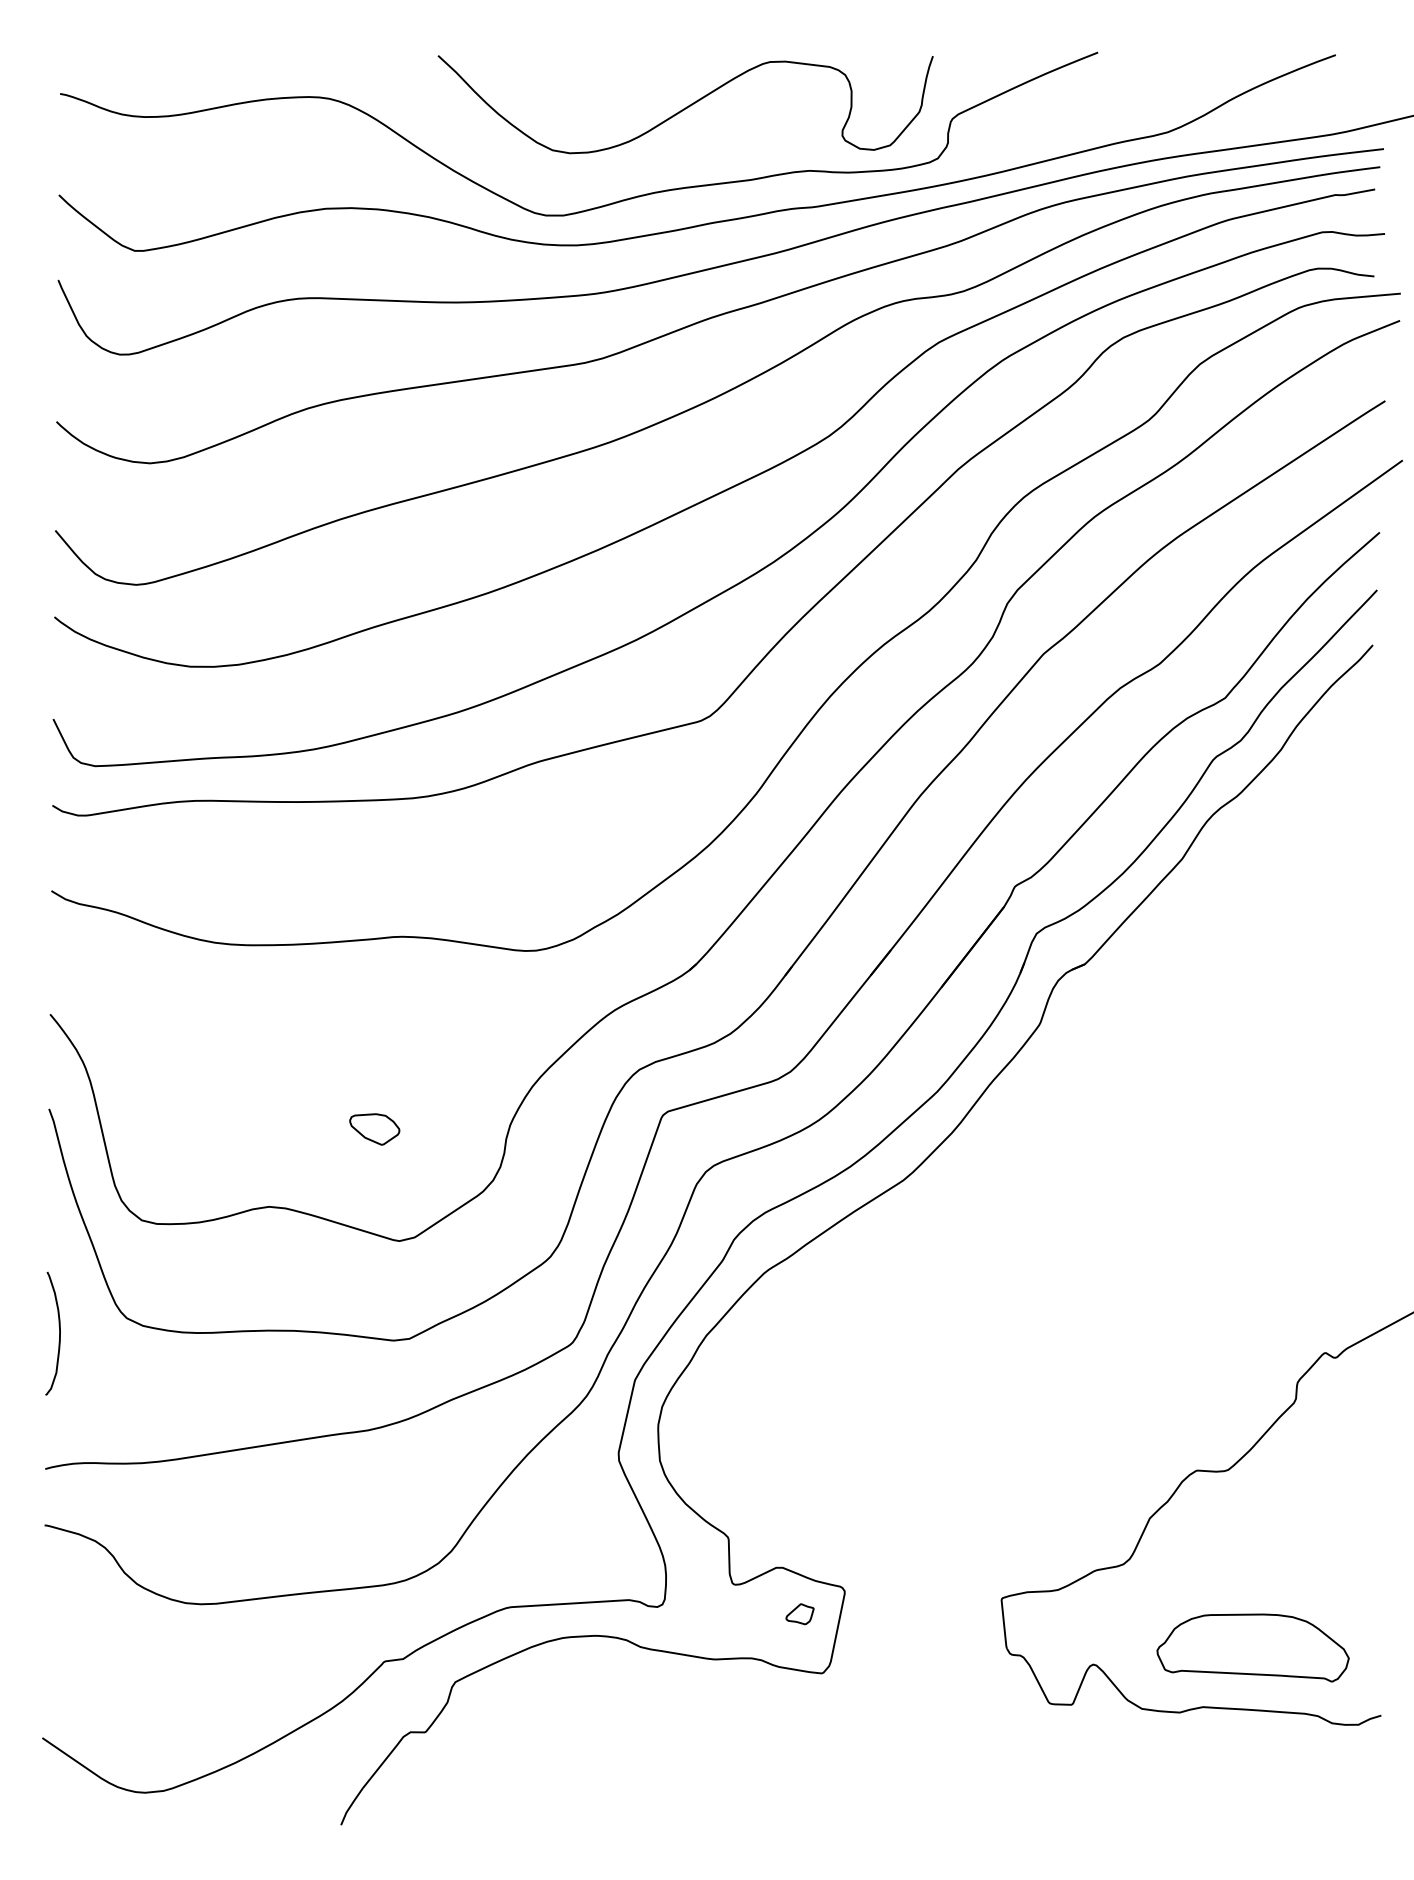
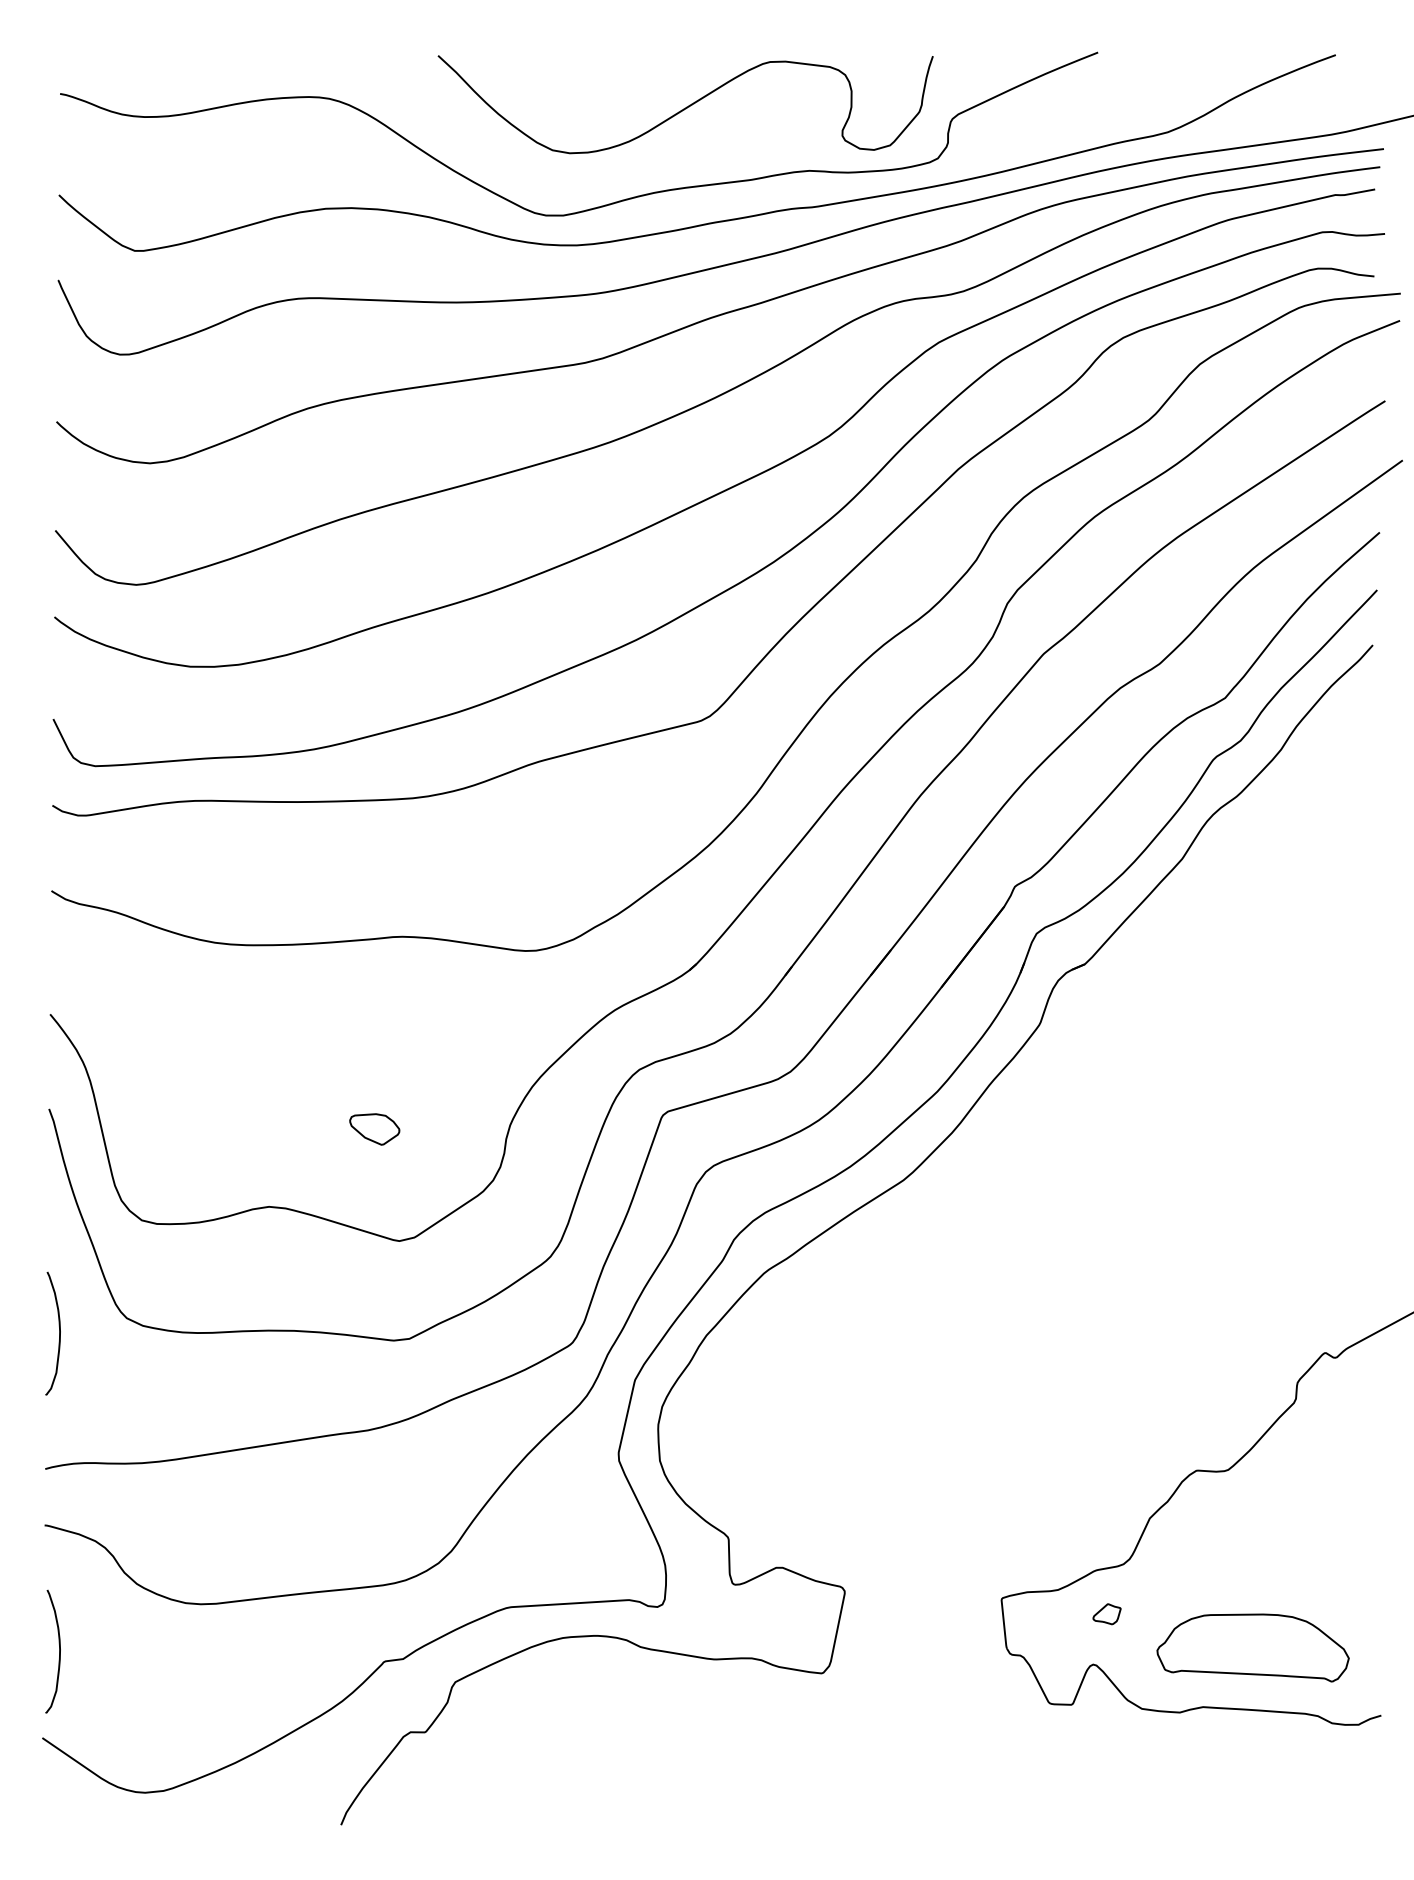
part at (799, 1614) position: (799, 1614) -> (1106, 1614)
curve at (59, 1651): none -> present
